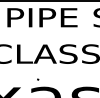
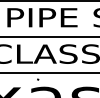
line at (49, 37): none -> present
line at (49, 73): none -> present
